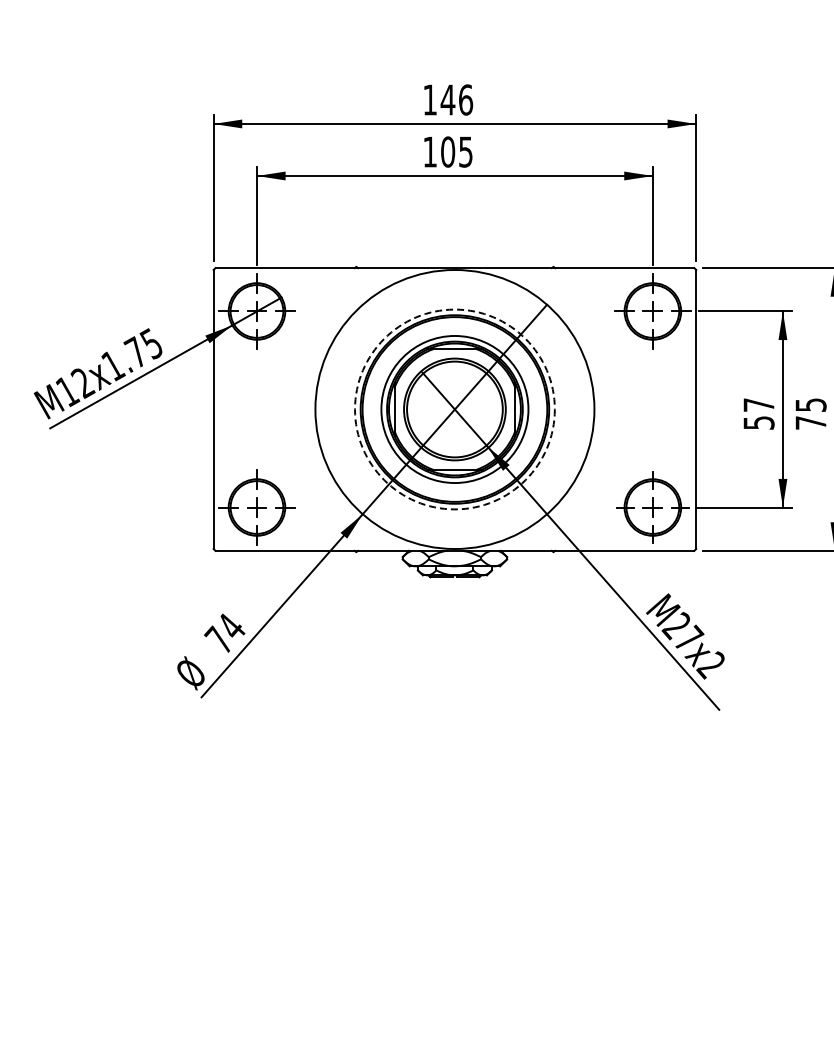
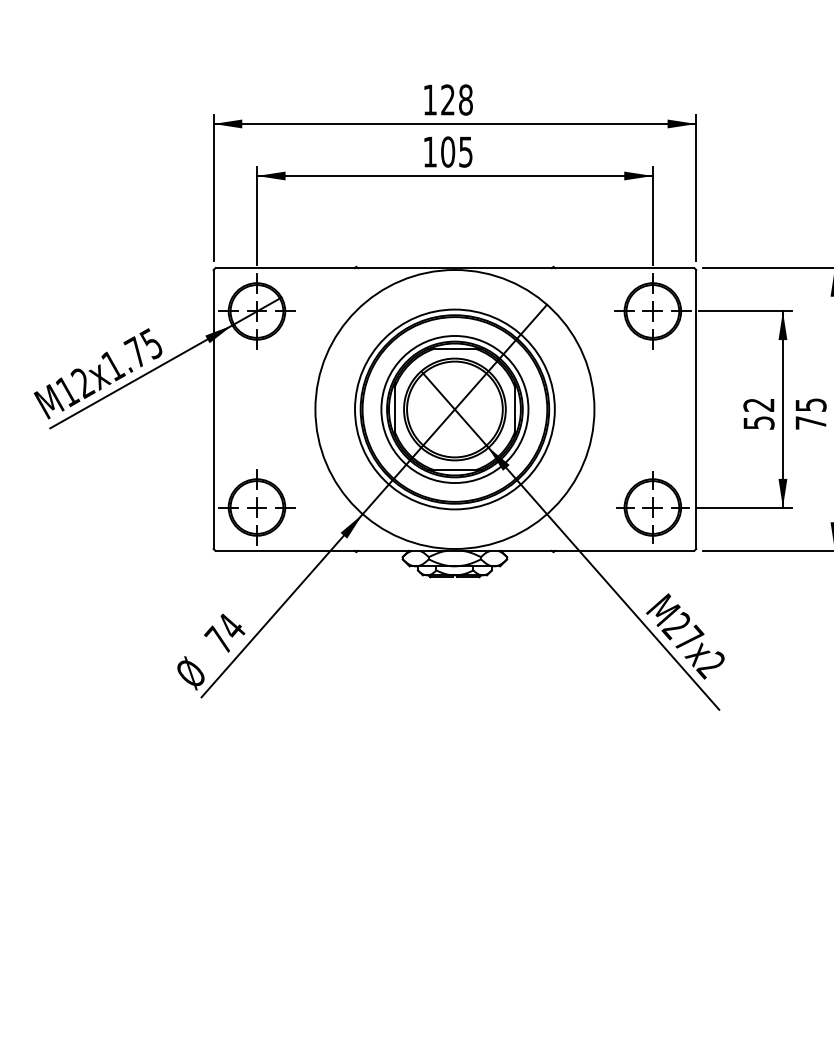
text at (456, 99): 146 -> 128
text at (758, 404): 57 -> 52
circle at (454, 409): dashed -> solid
